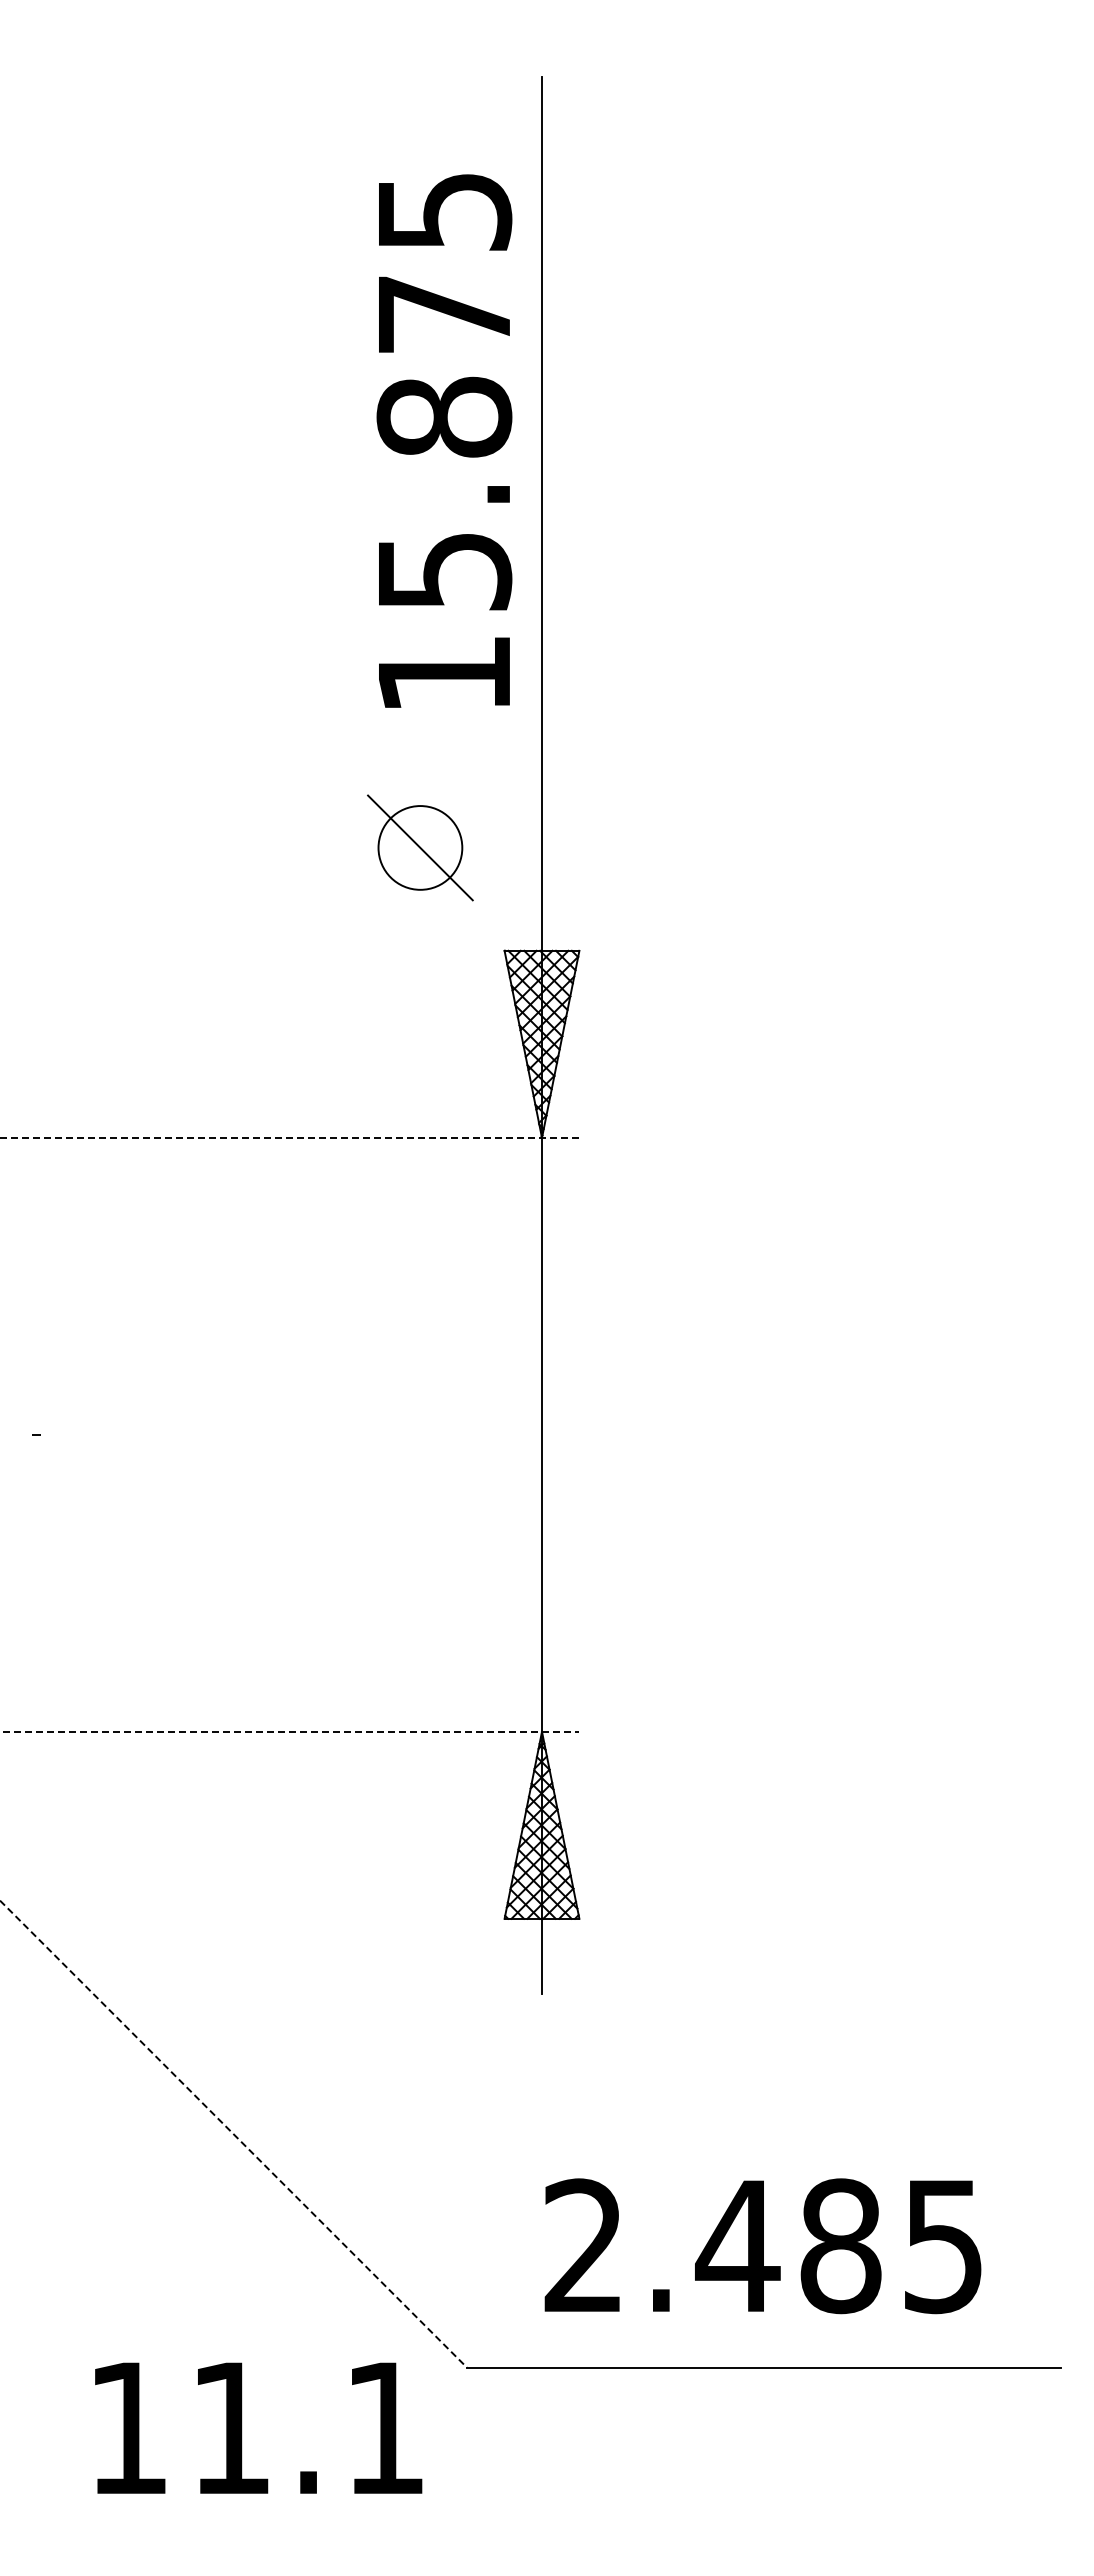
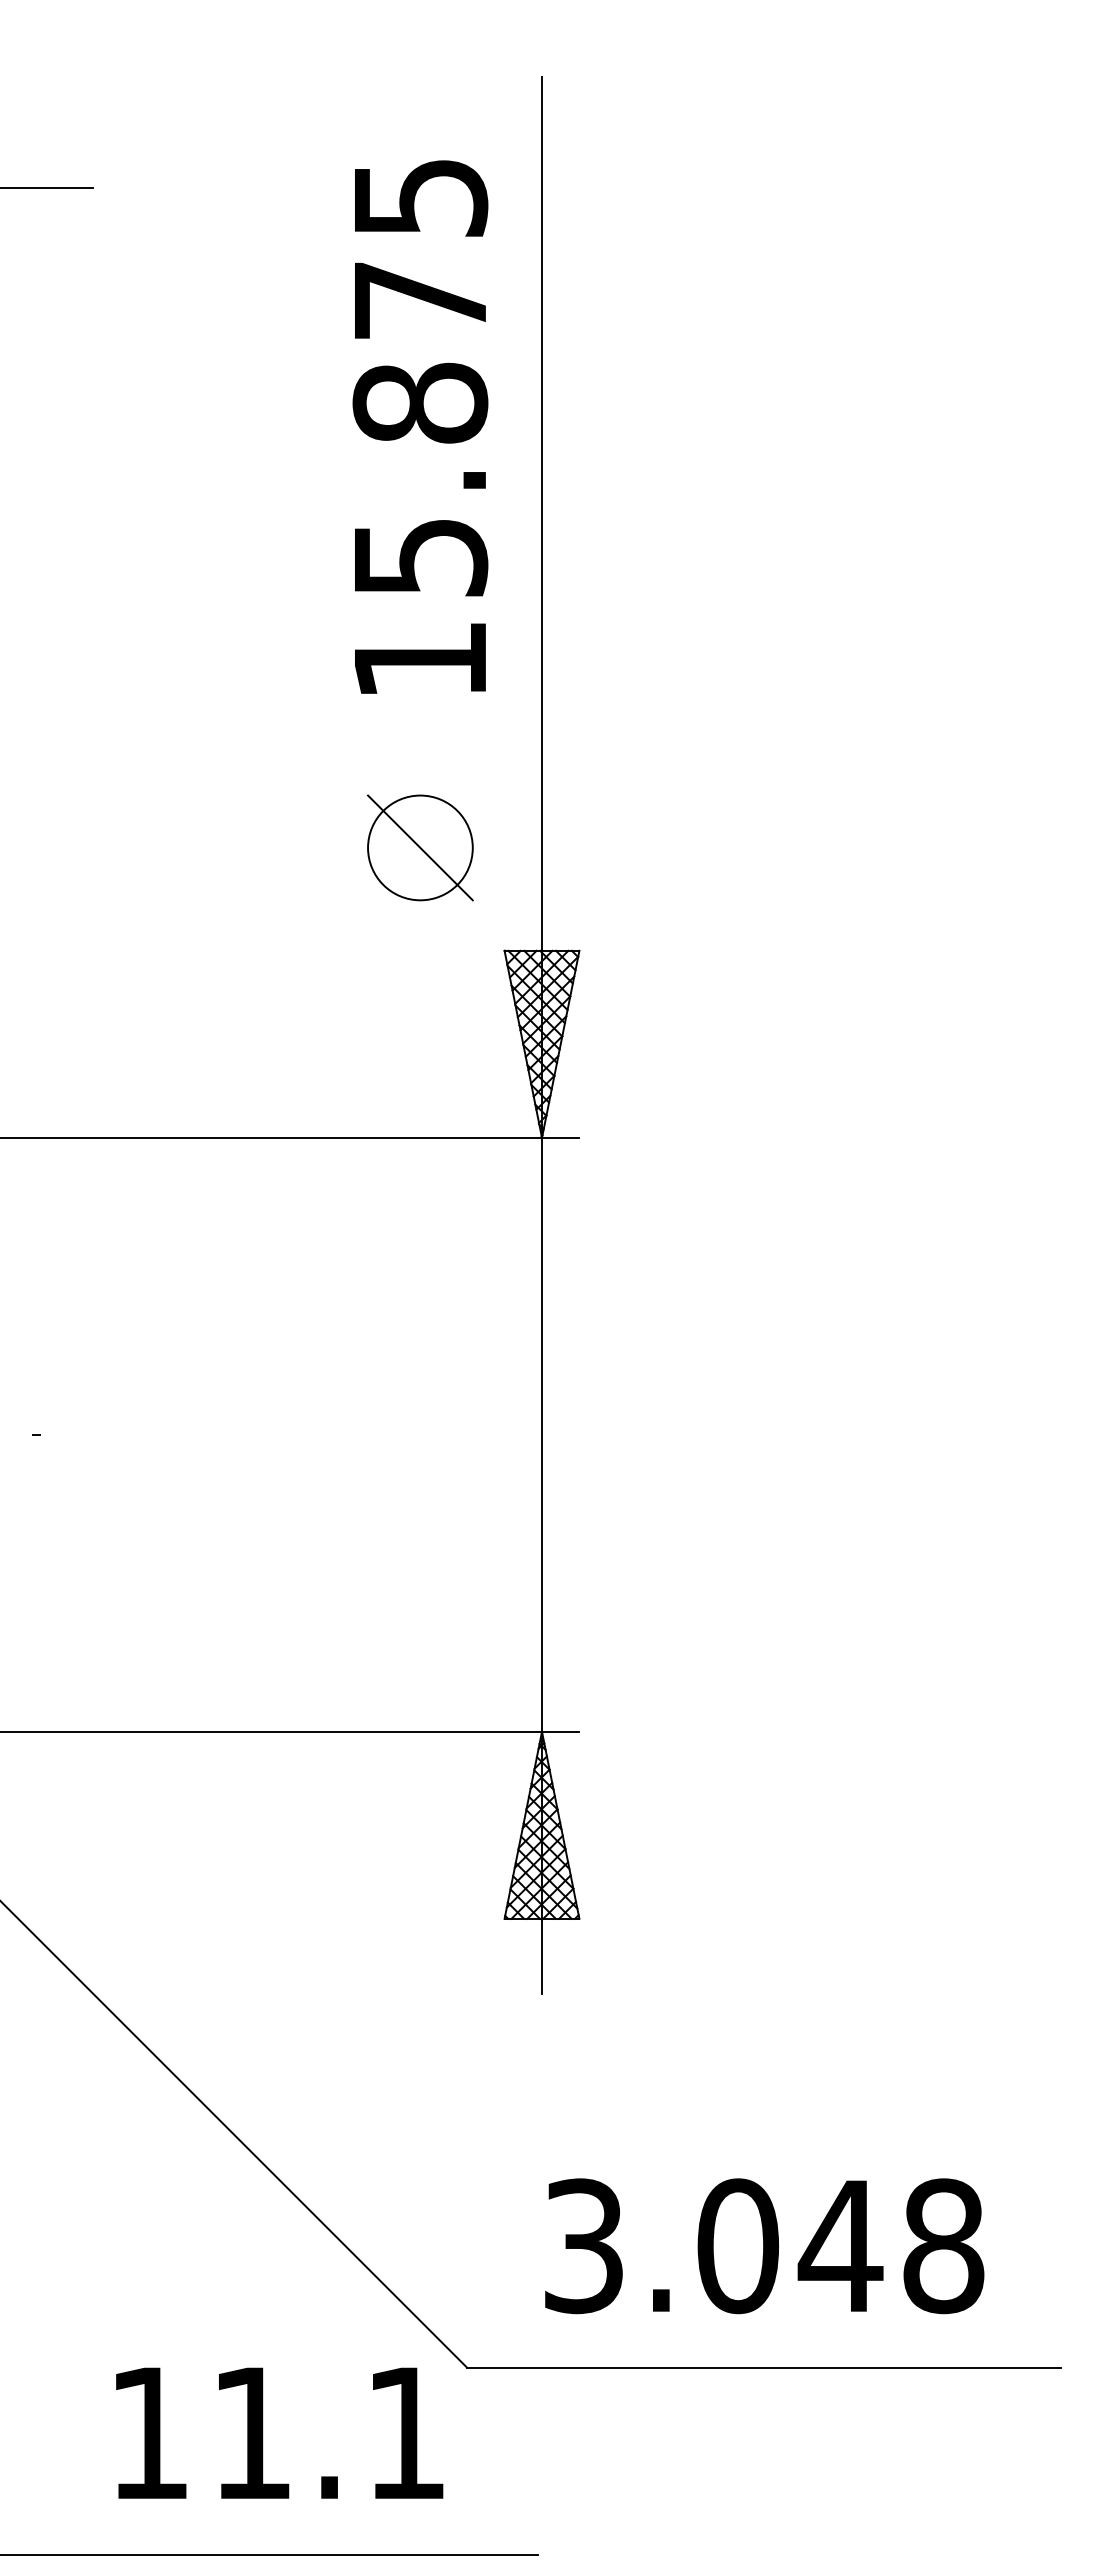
line at (47, 187): none -> present
text at (444, 440) position: (444, 440) -> (420, 426)
circle at (420, 847) diameter: 84 px -> 105 px
line at (289, 1137): dashed -> solid
line at (290, 1731): dashed -> solid
line at (233, 2134): dashed -> solid
text at (764, 2246): 2.485 -> 3.048
text at (258, 2427) position: (258, 2427) -> (279, 2432)
line at (270, 2554): none -> present
